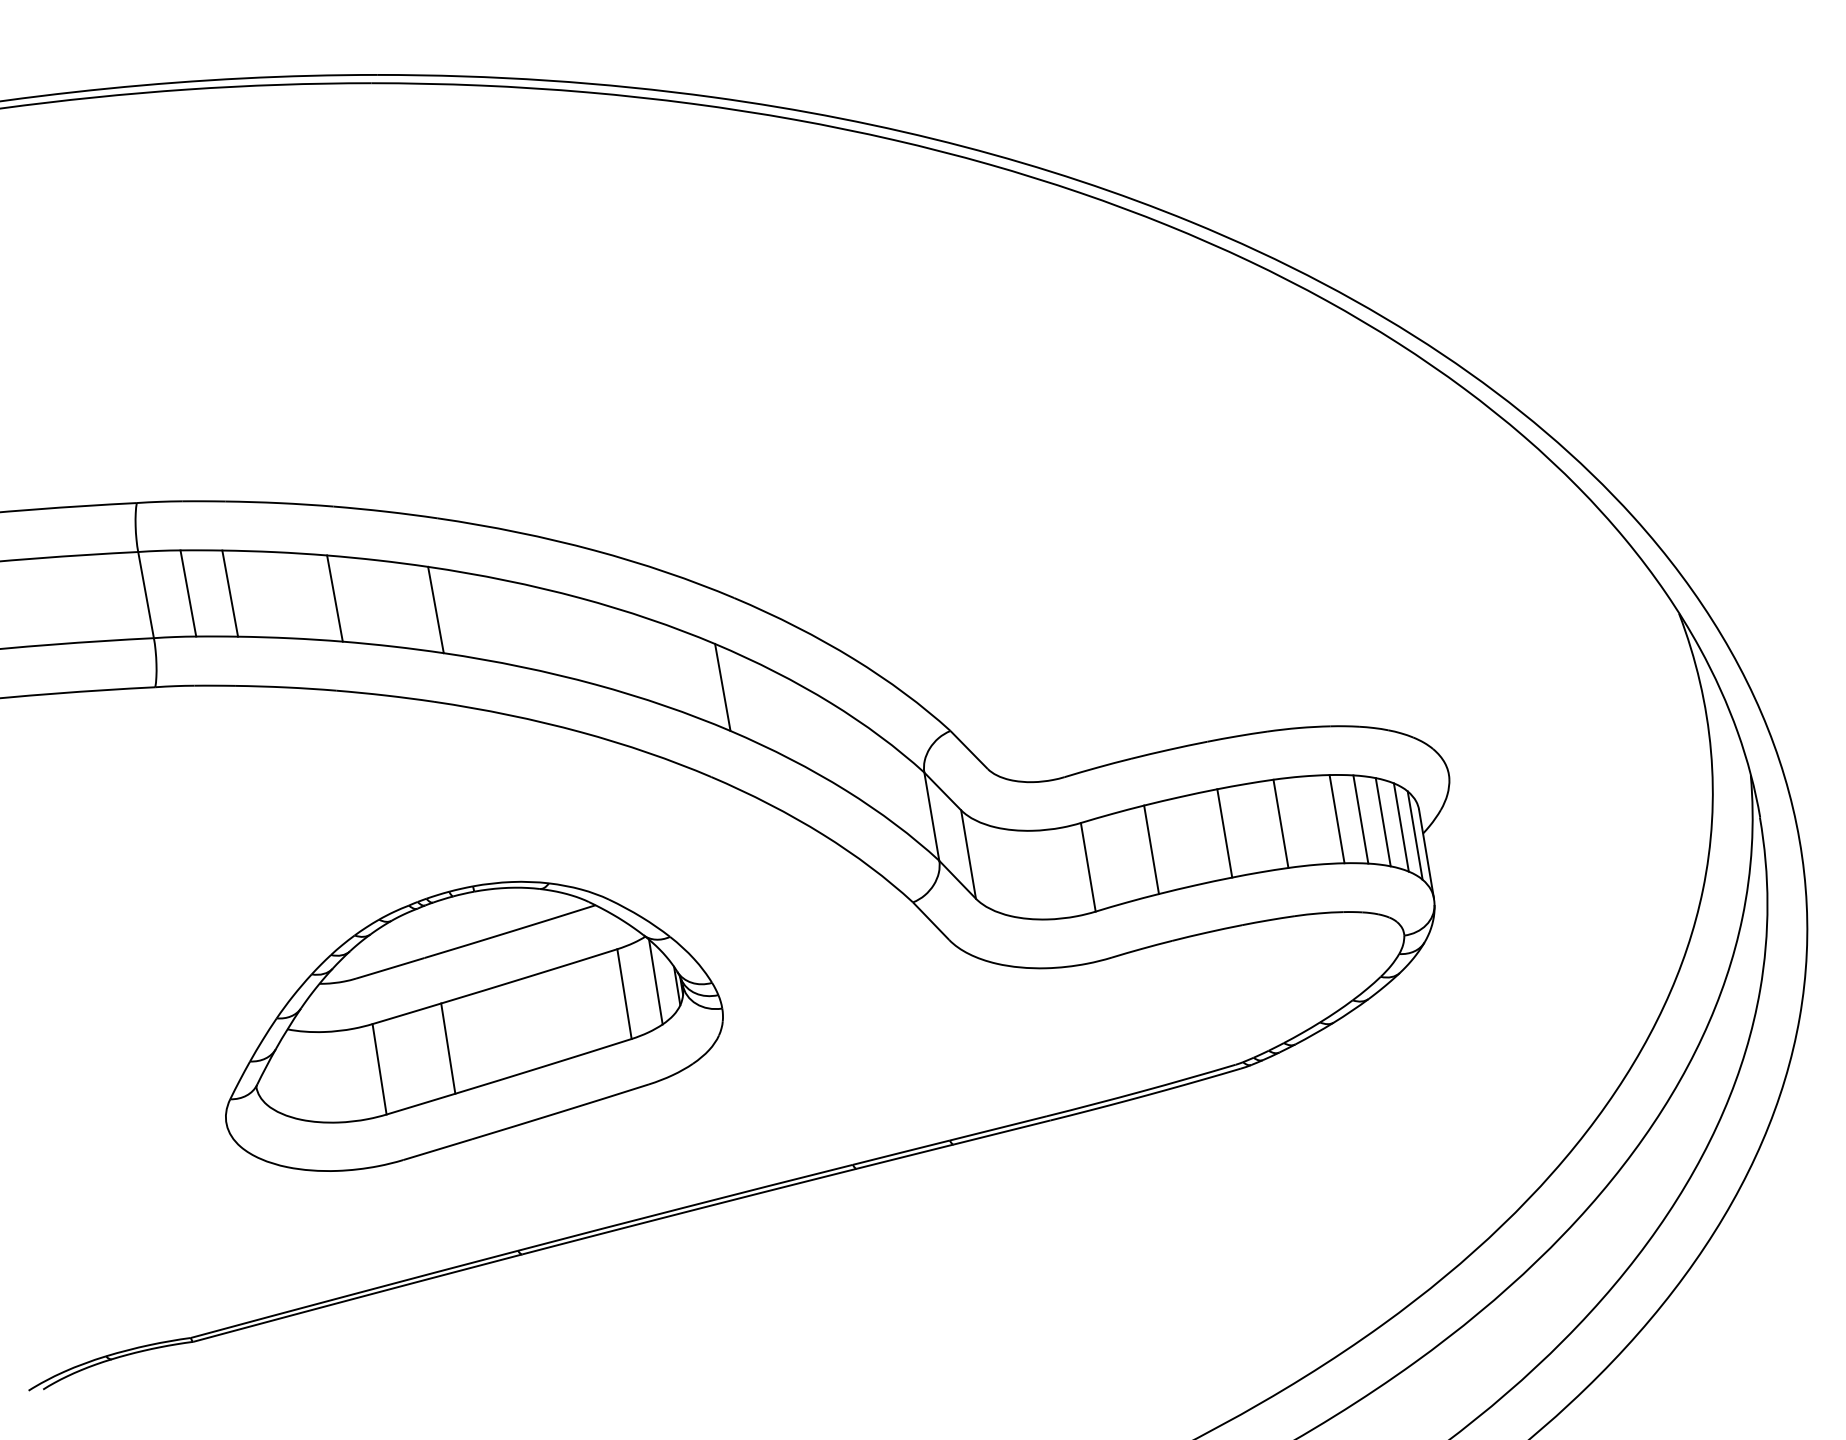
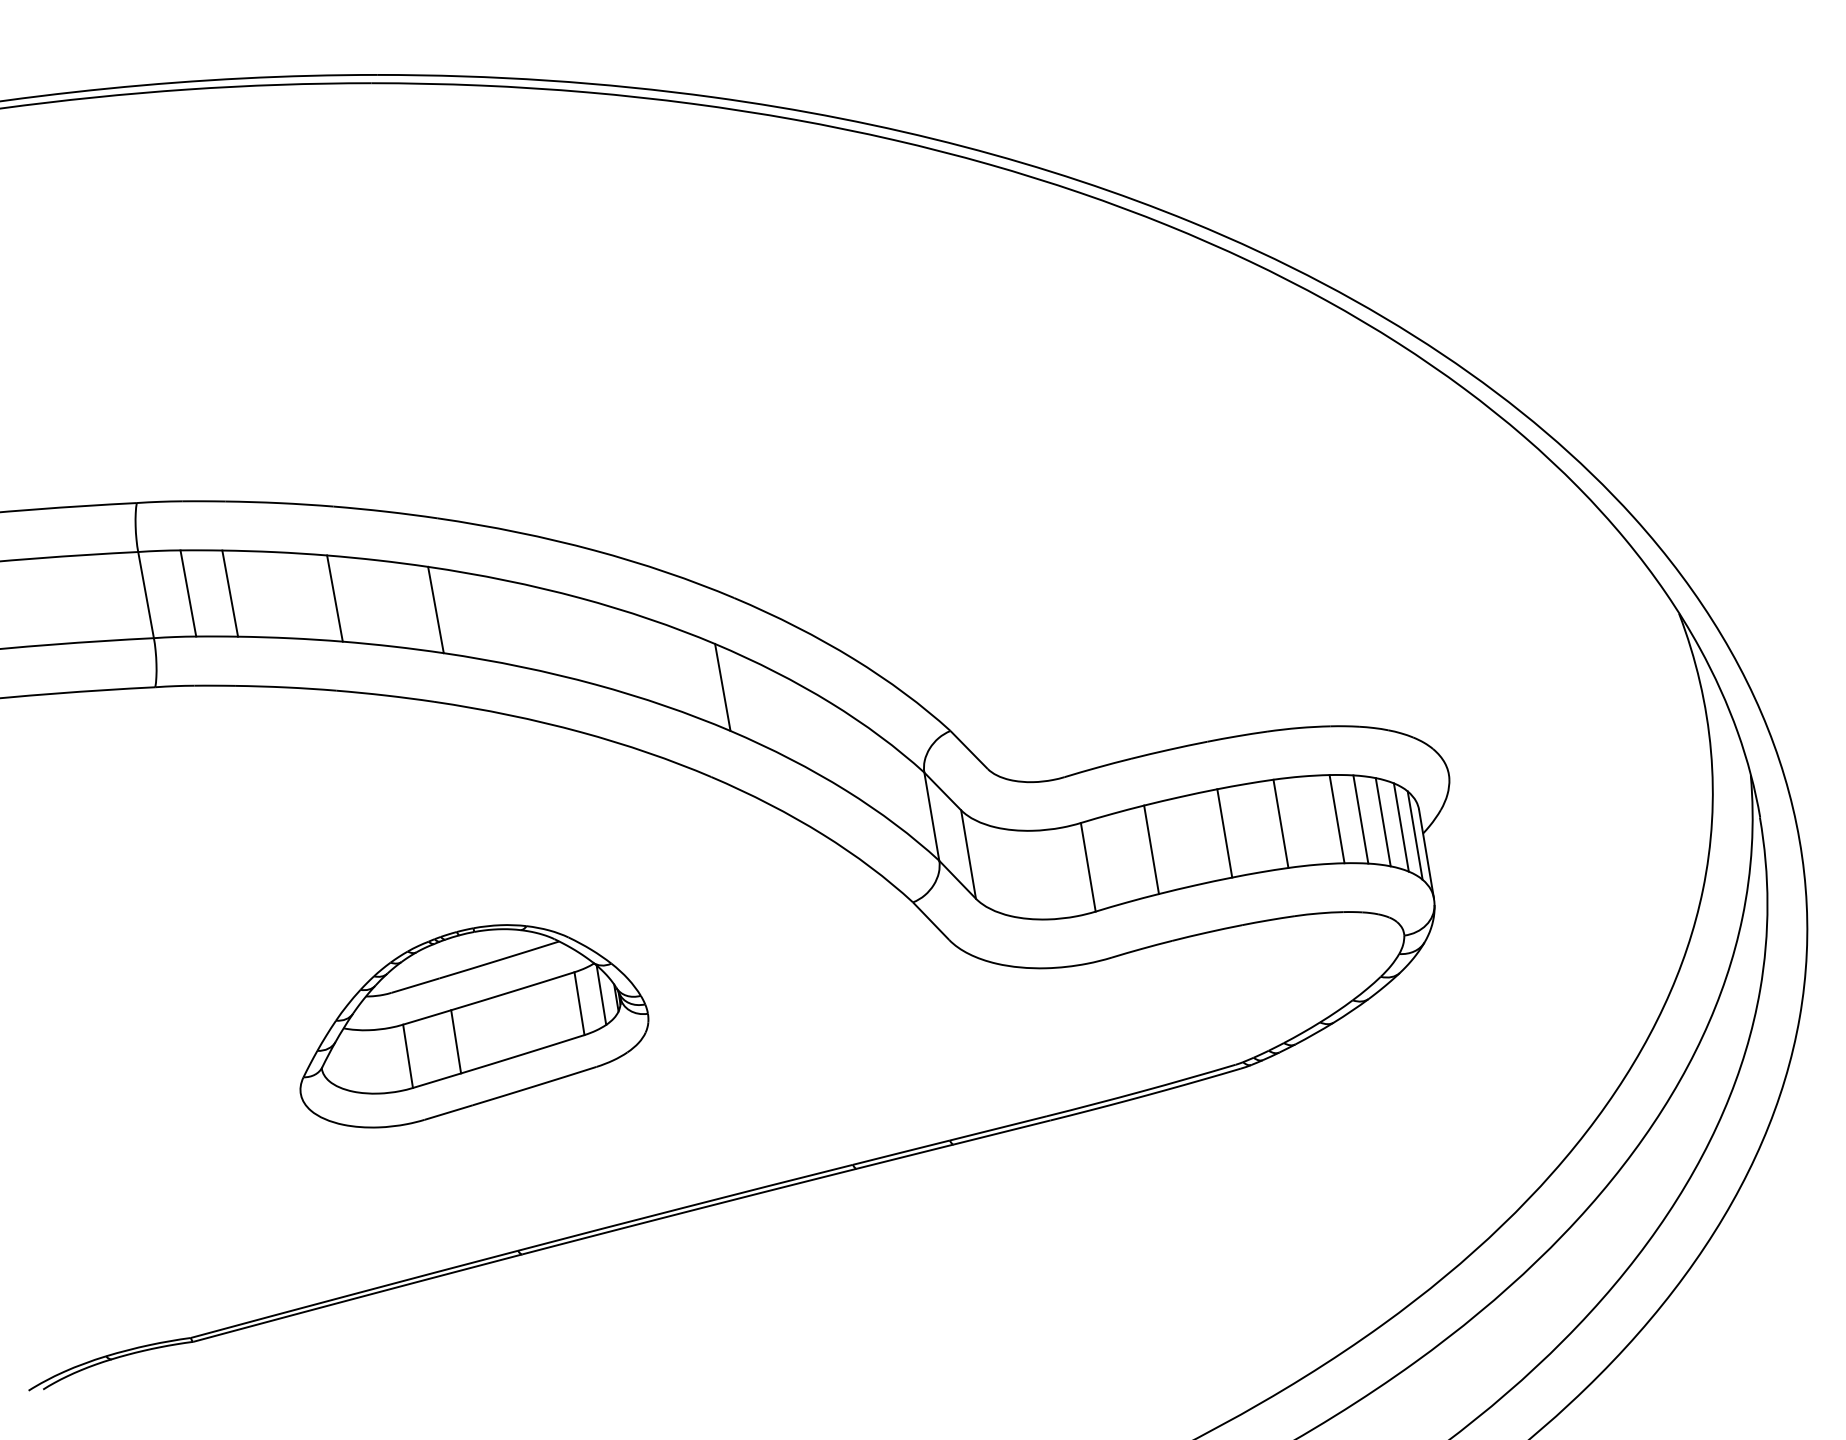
part at (474, 1025) size: 499x292 px -> 351x205 px
